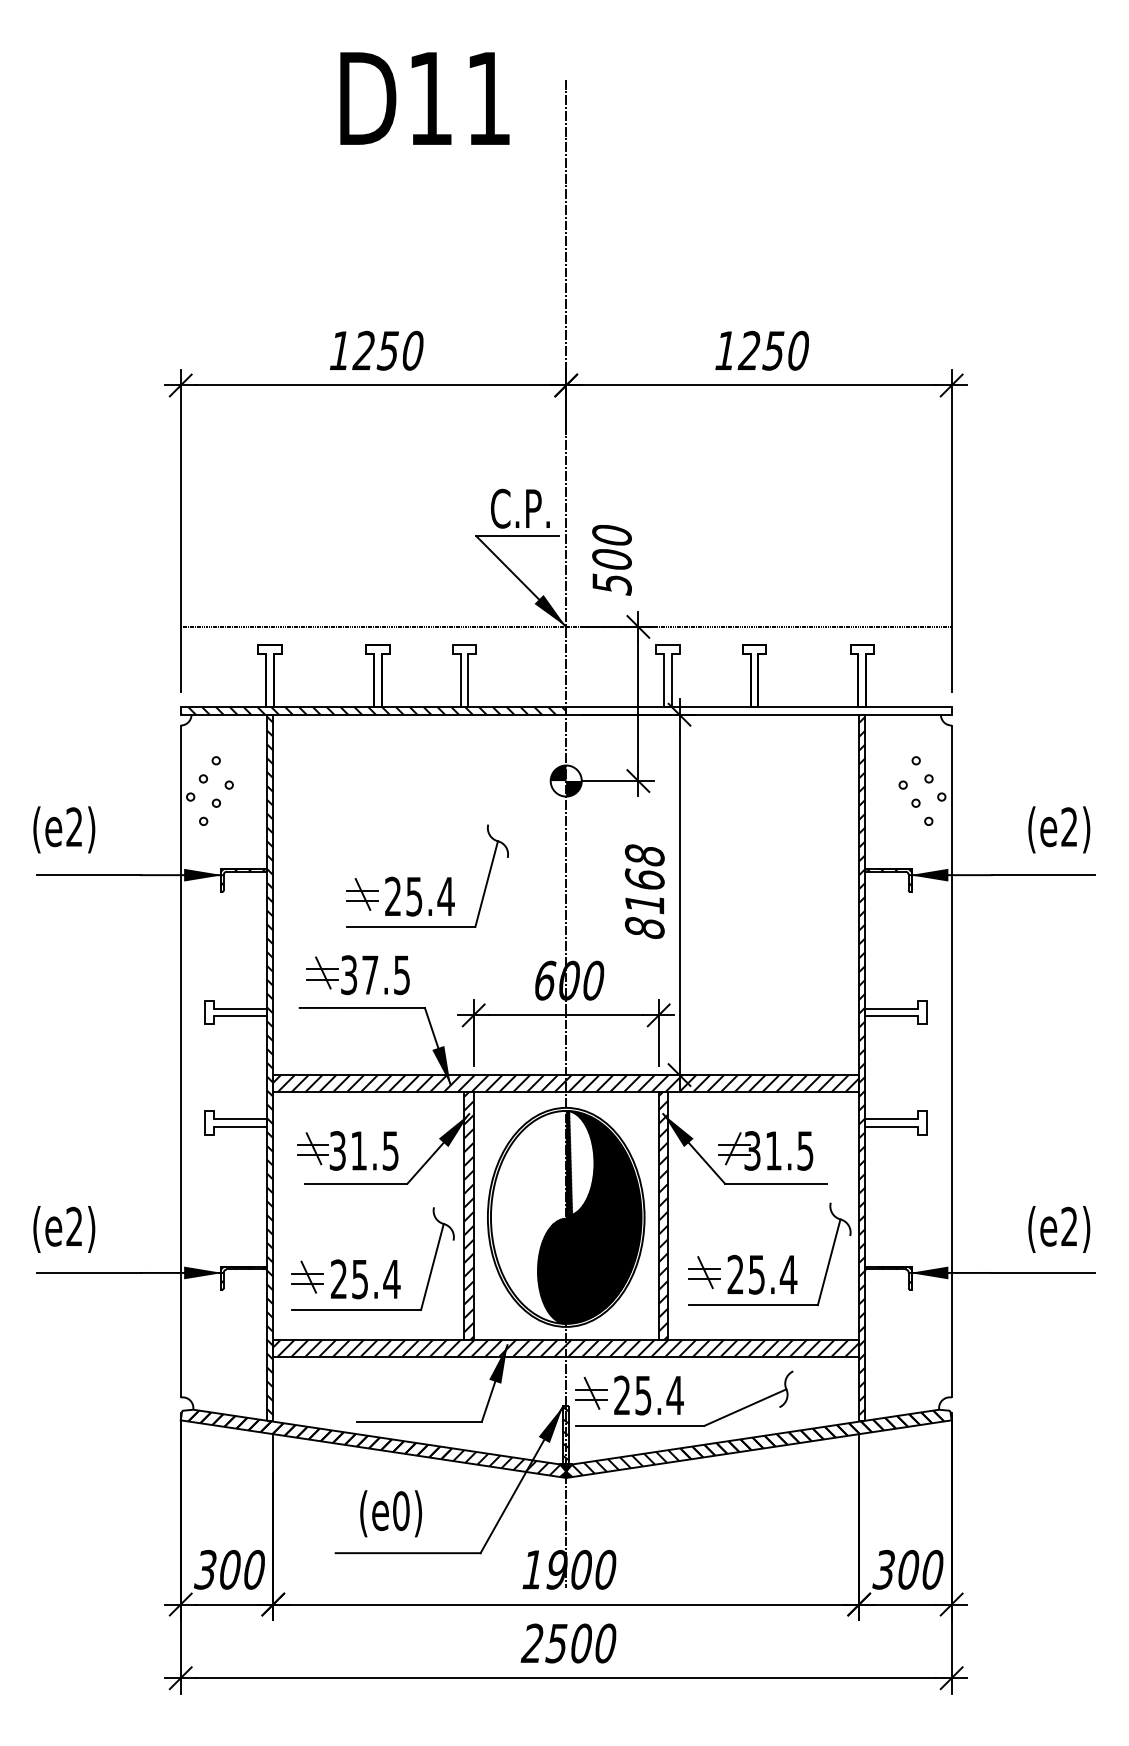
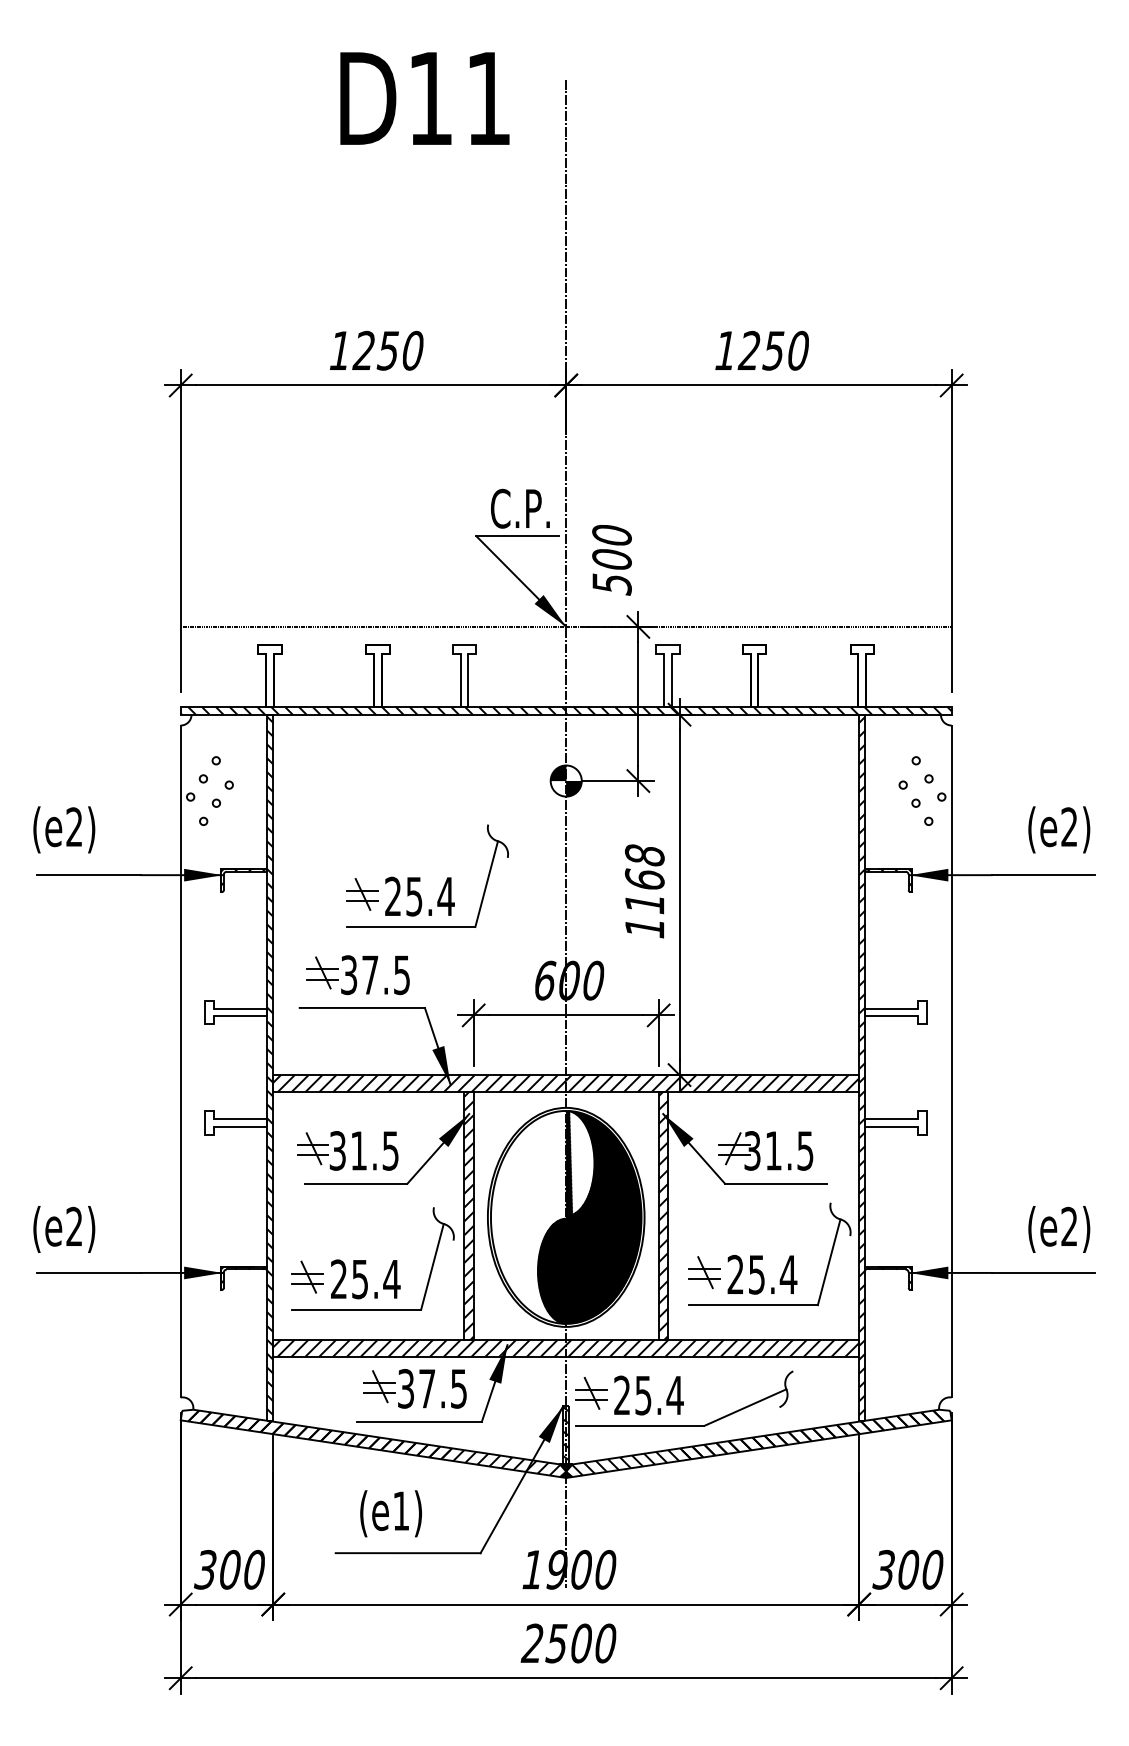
hatch at (758, 710): none -> present
text at (644, 927): 8168 -> 1168
part at (414, 1388): none -> present
text at (401, 1511): (e0) -> (e1)
